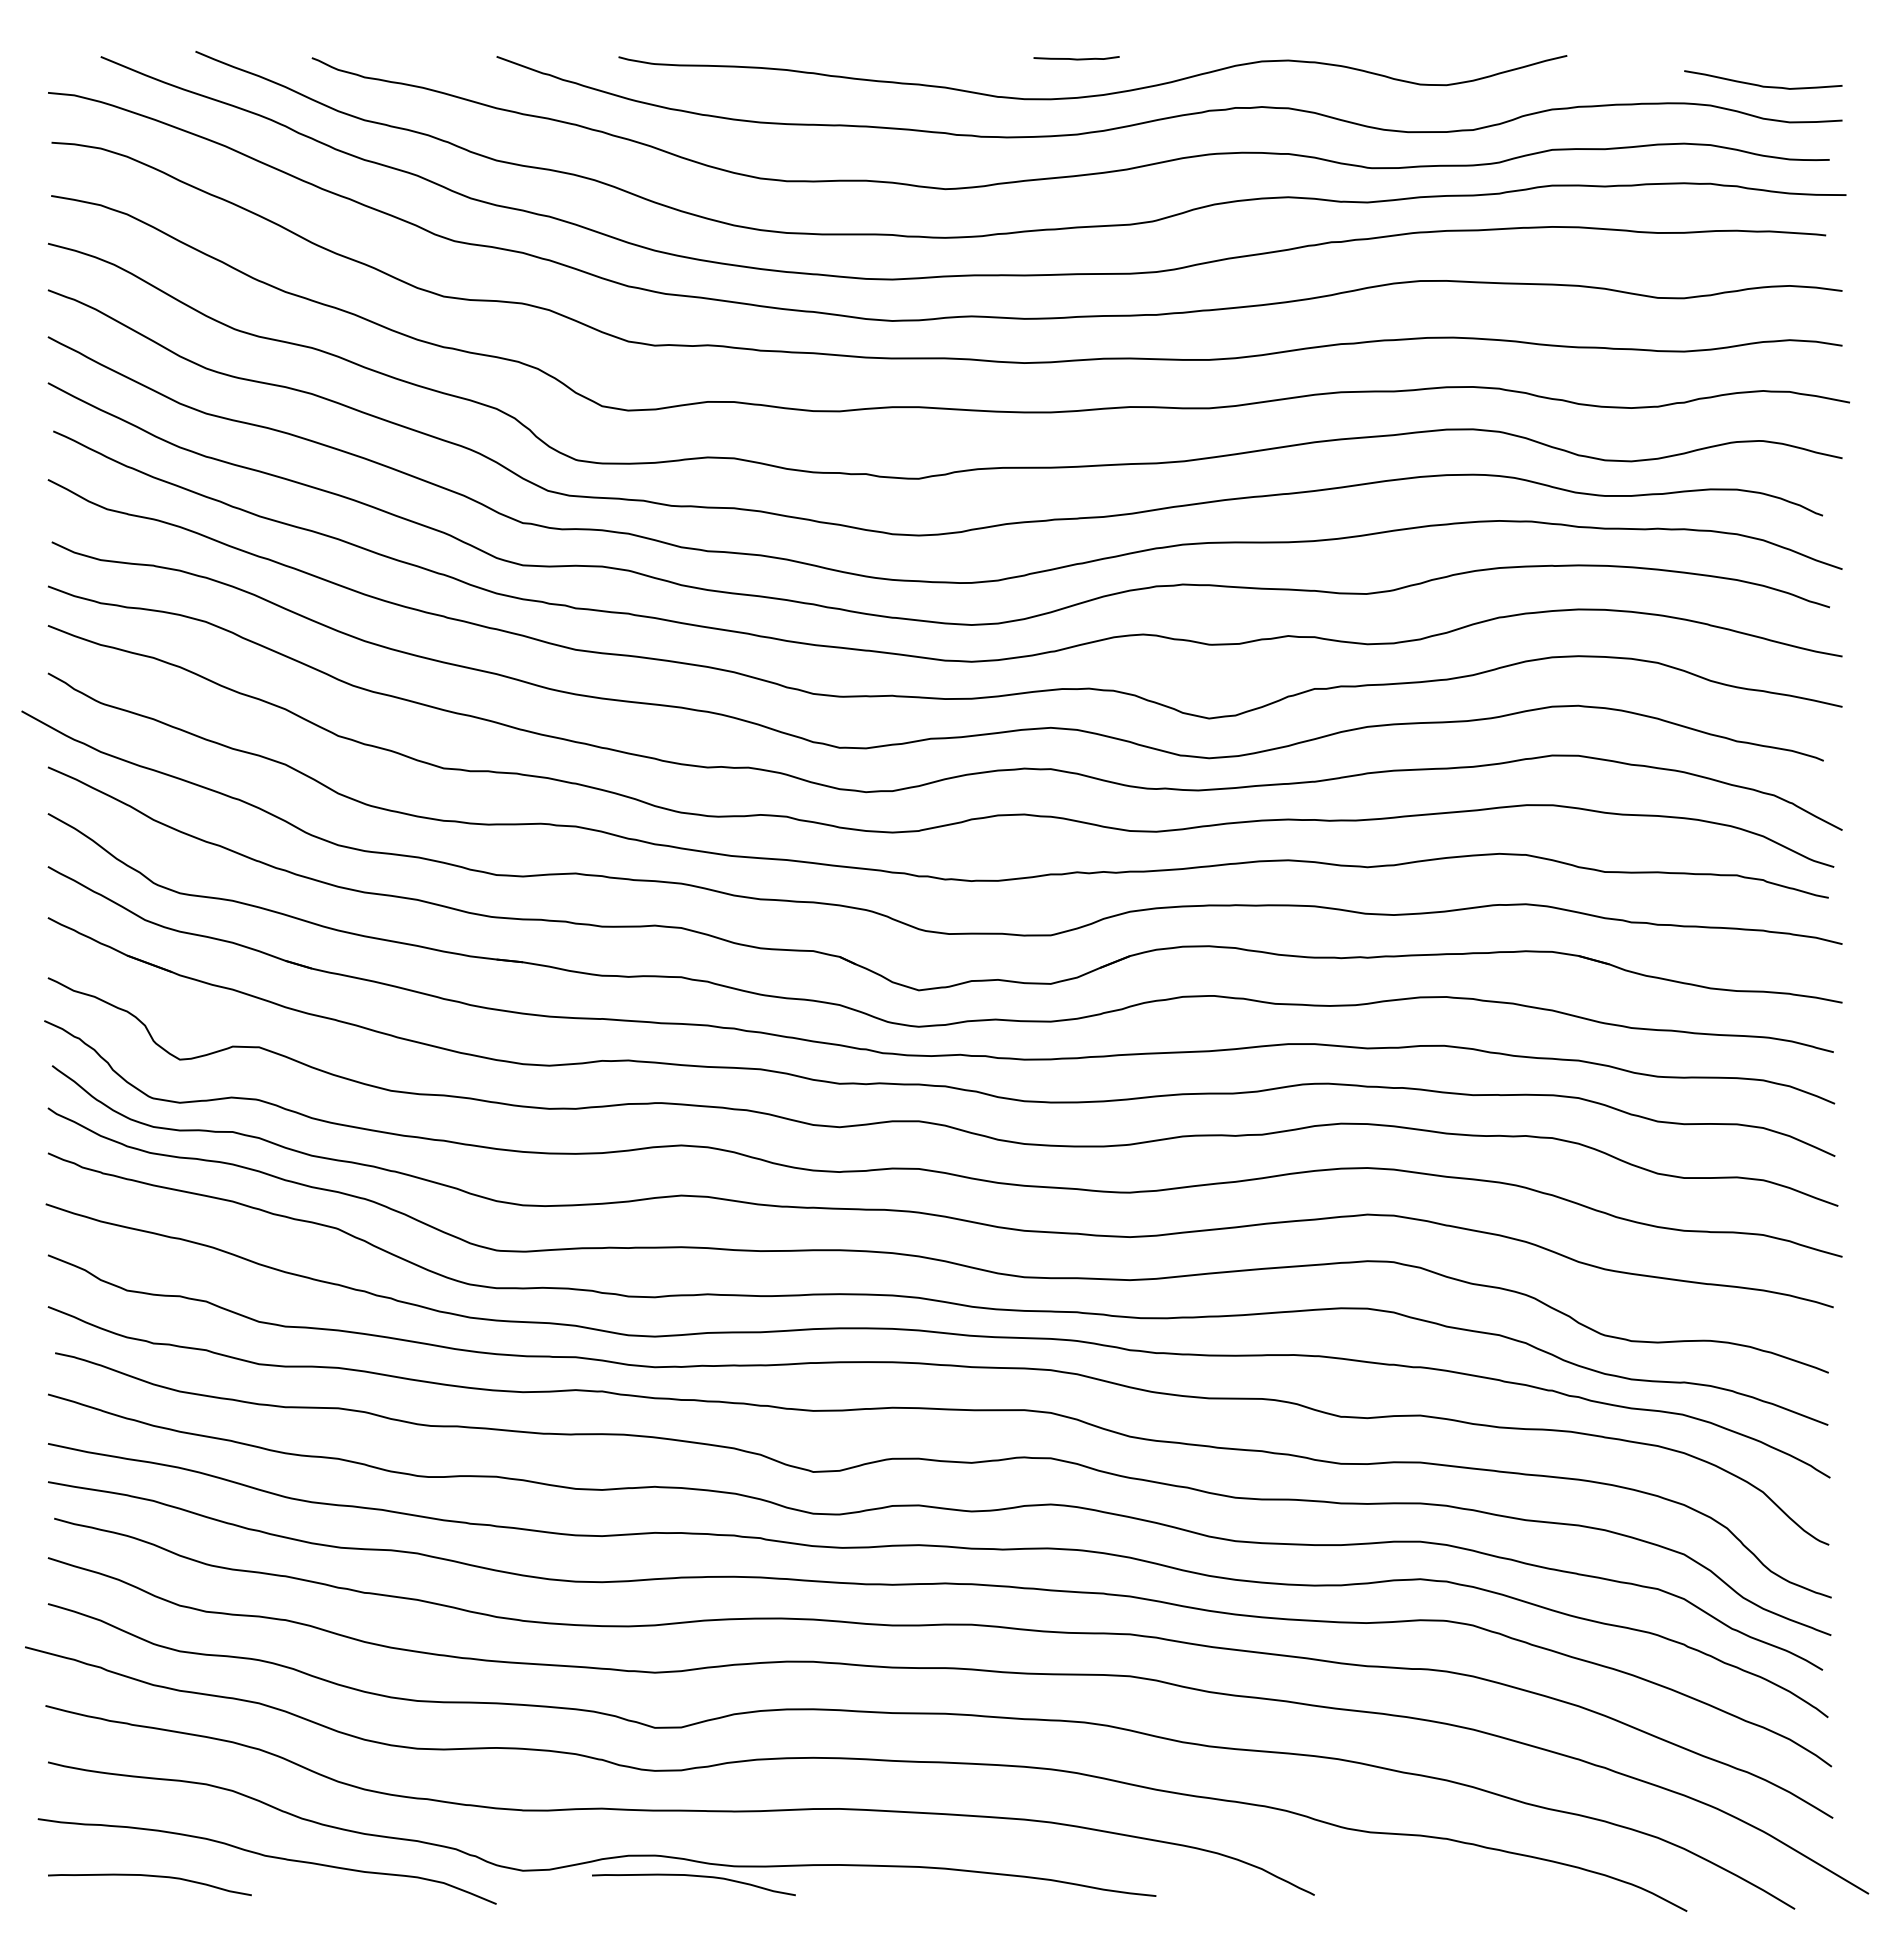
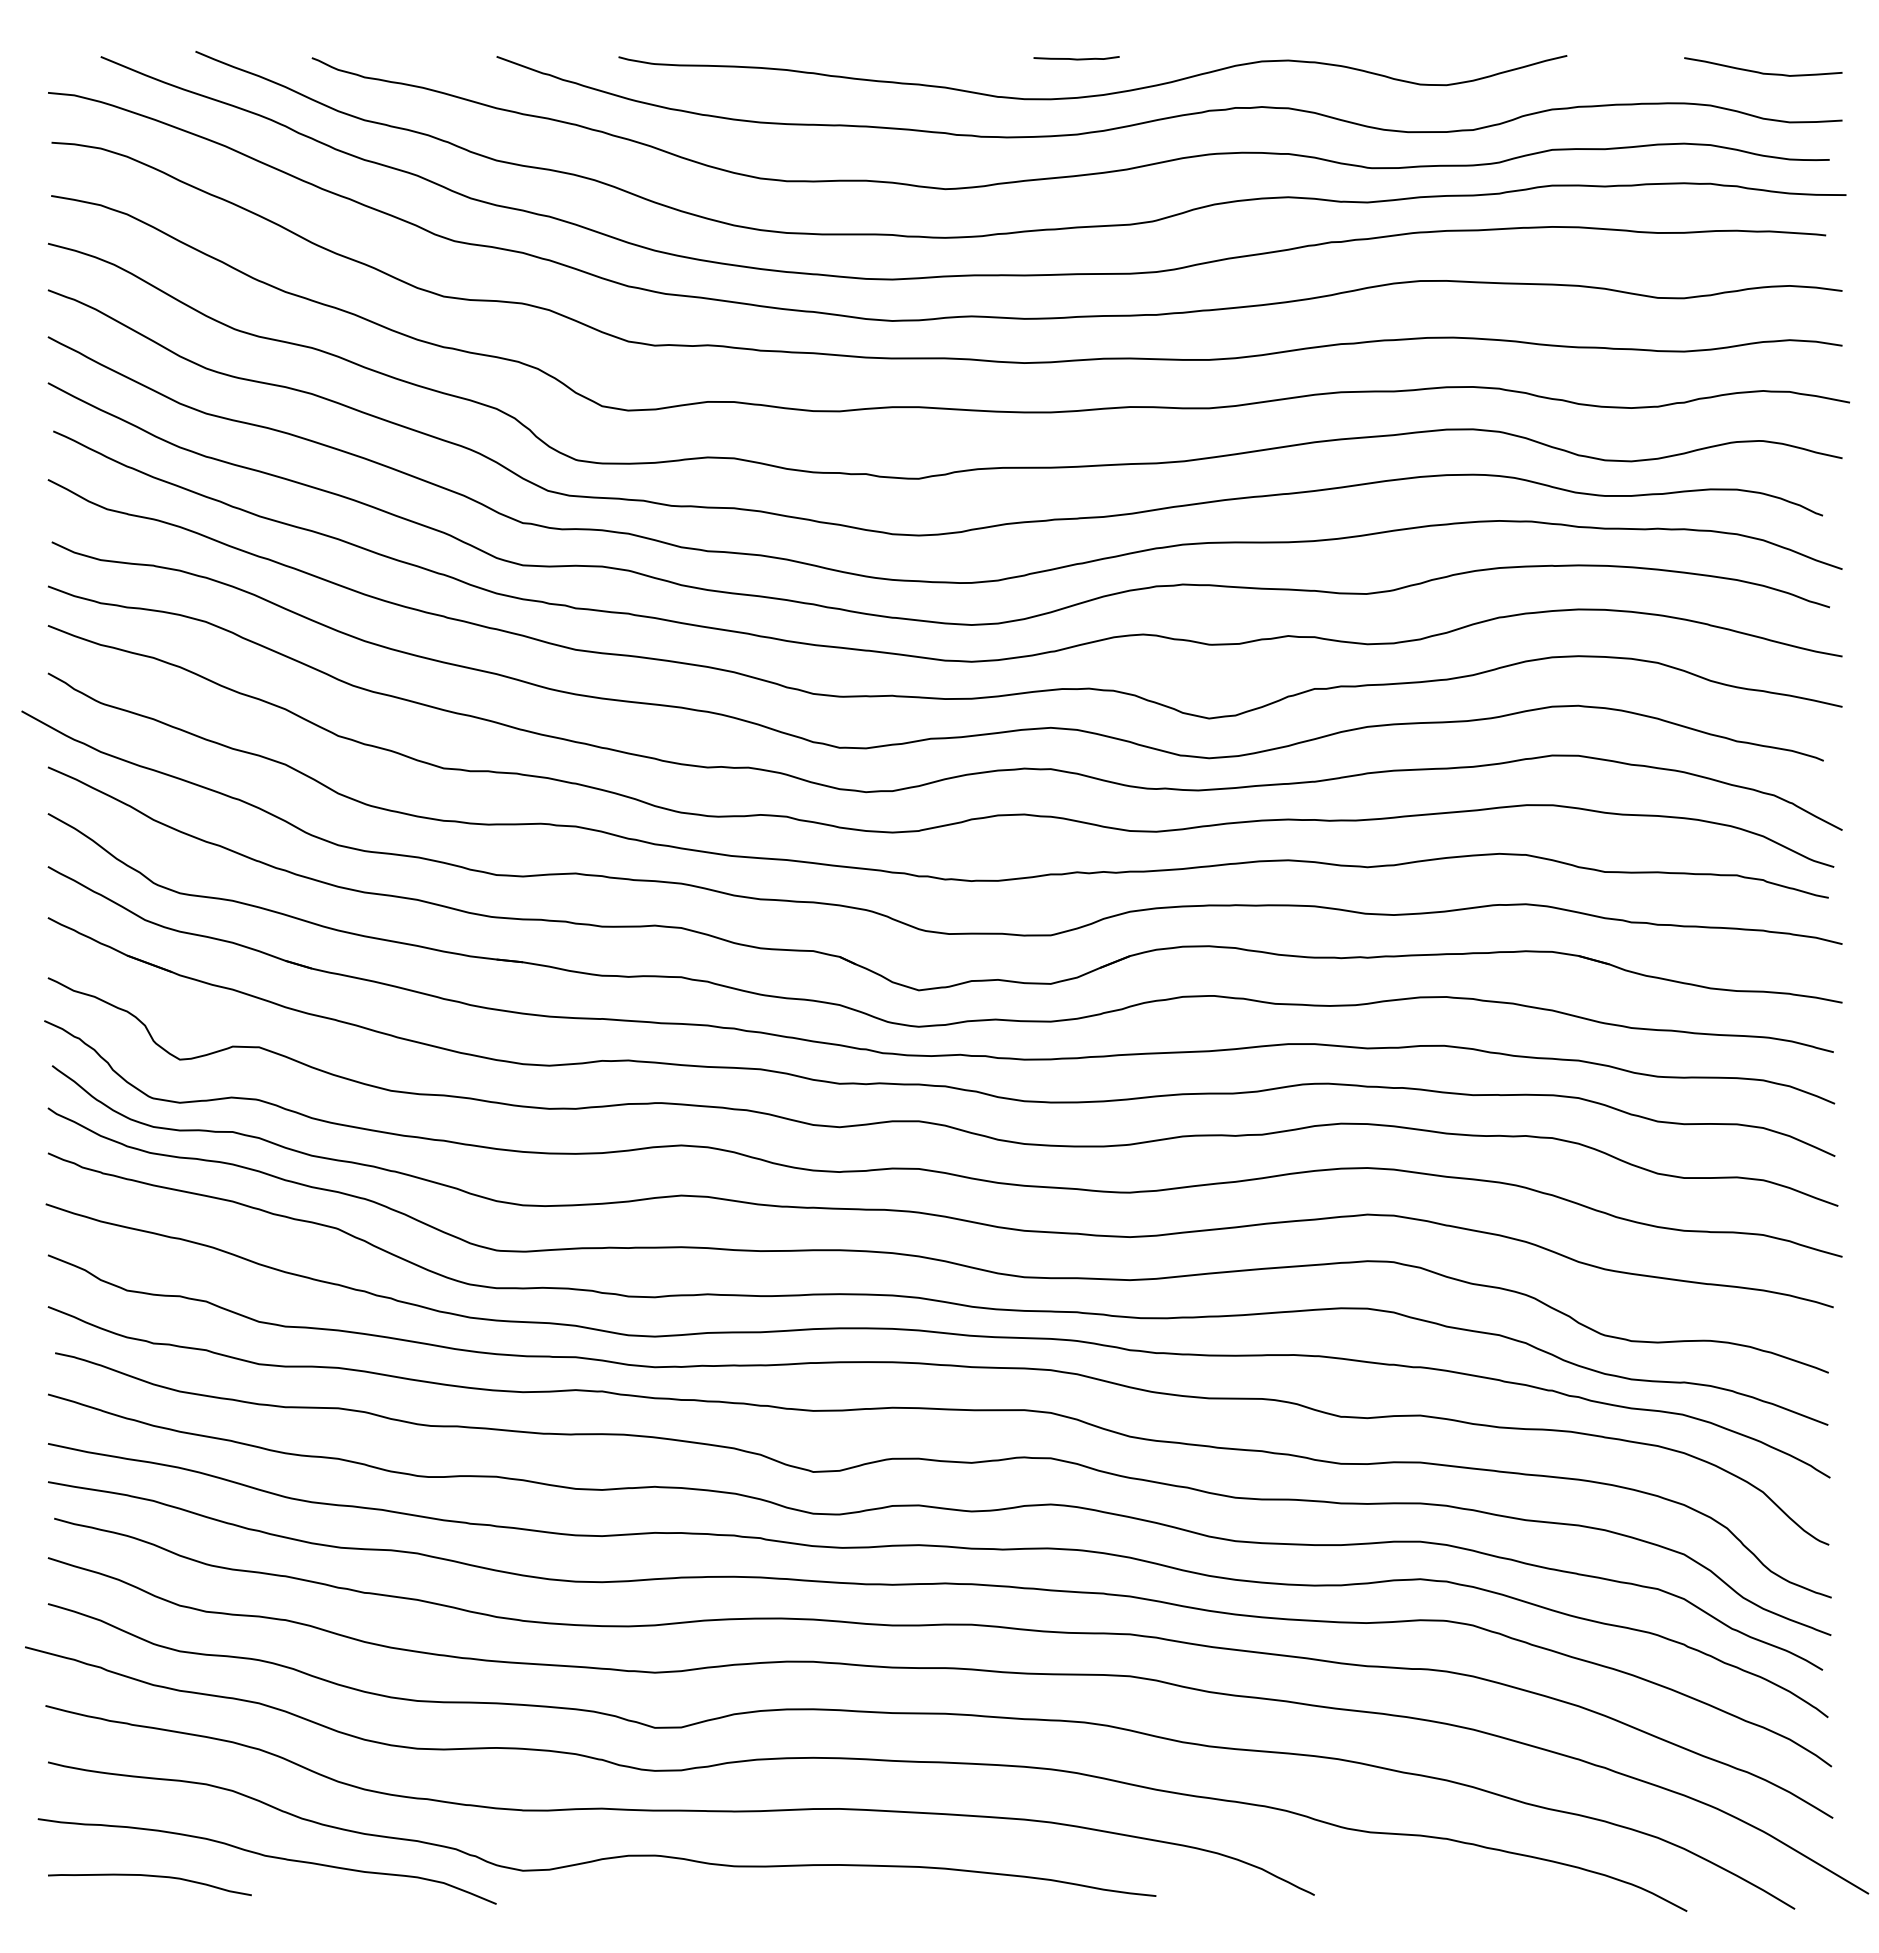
curve at (1763, 85) position: (1763, 85) -> (1763, 72)
curve at (693, 1876): present -> none
